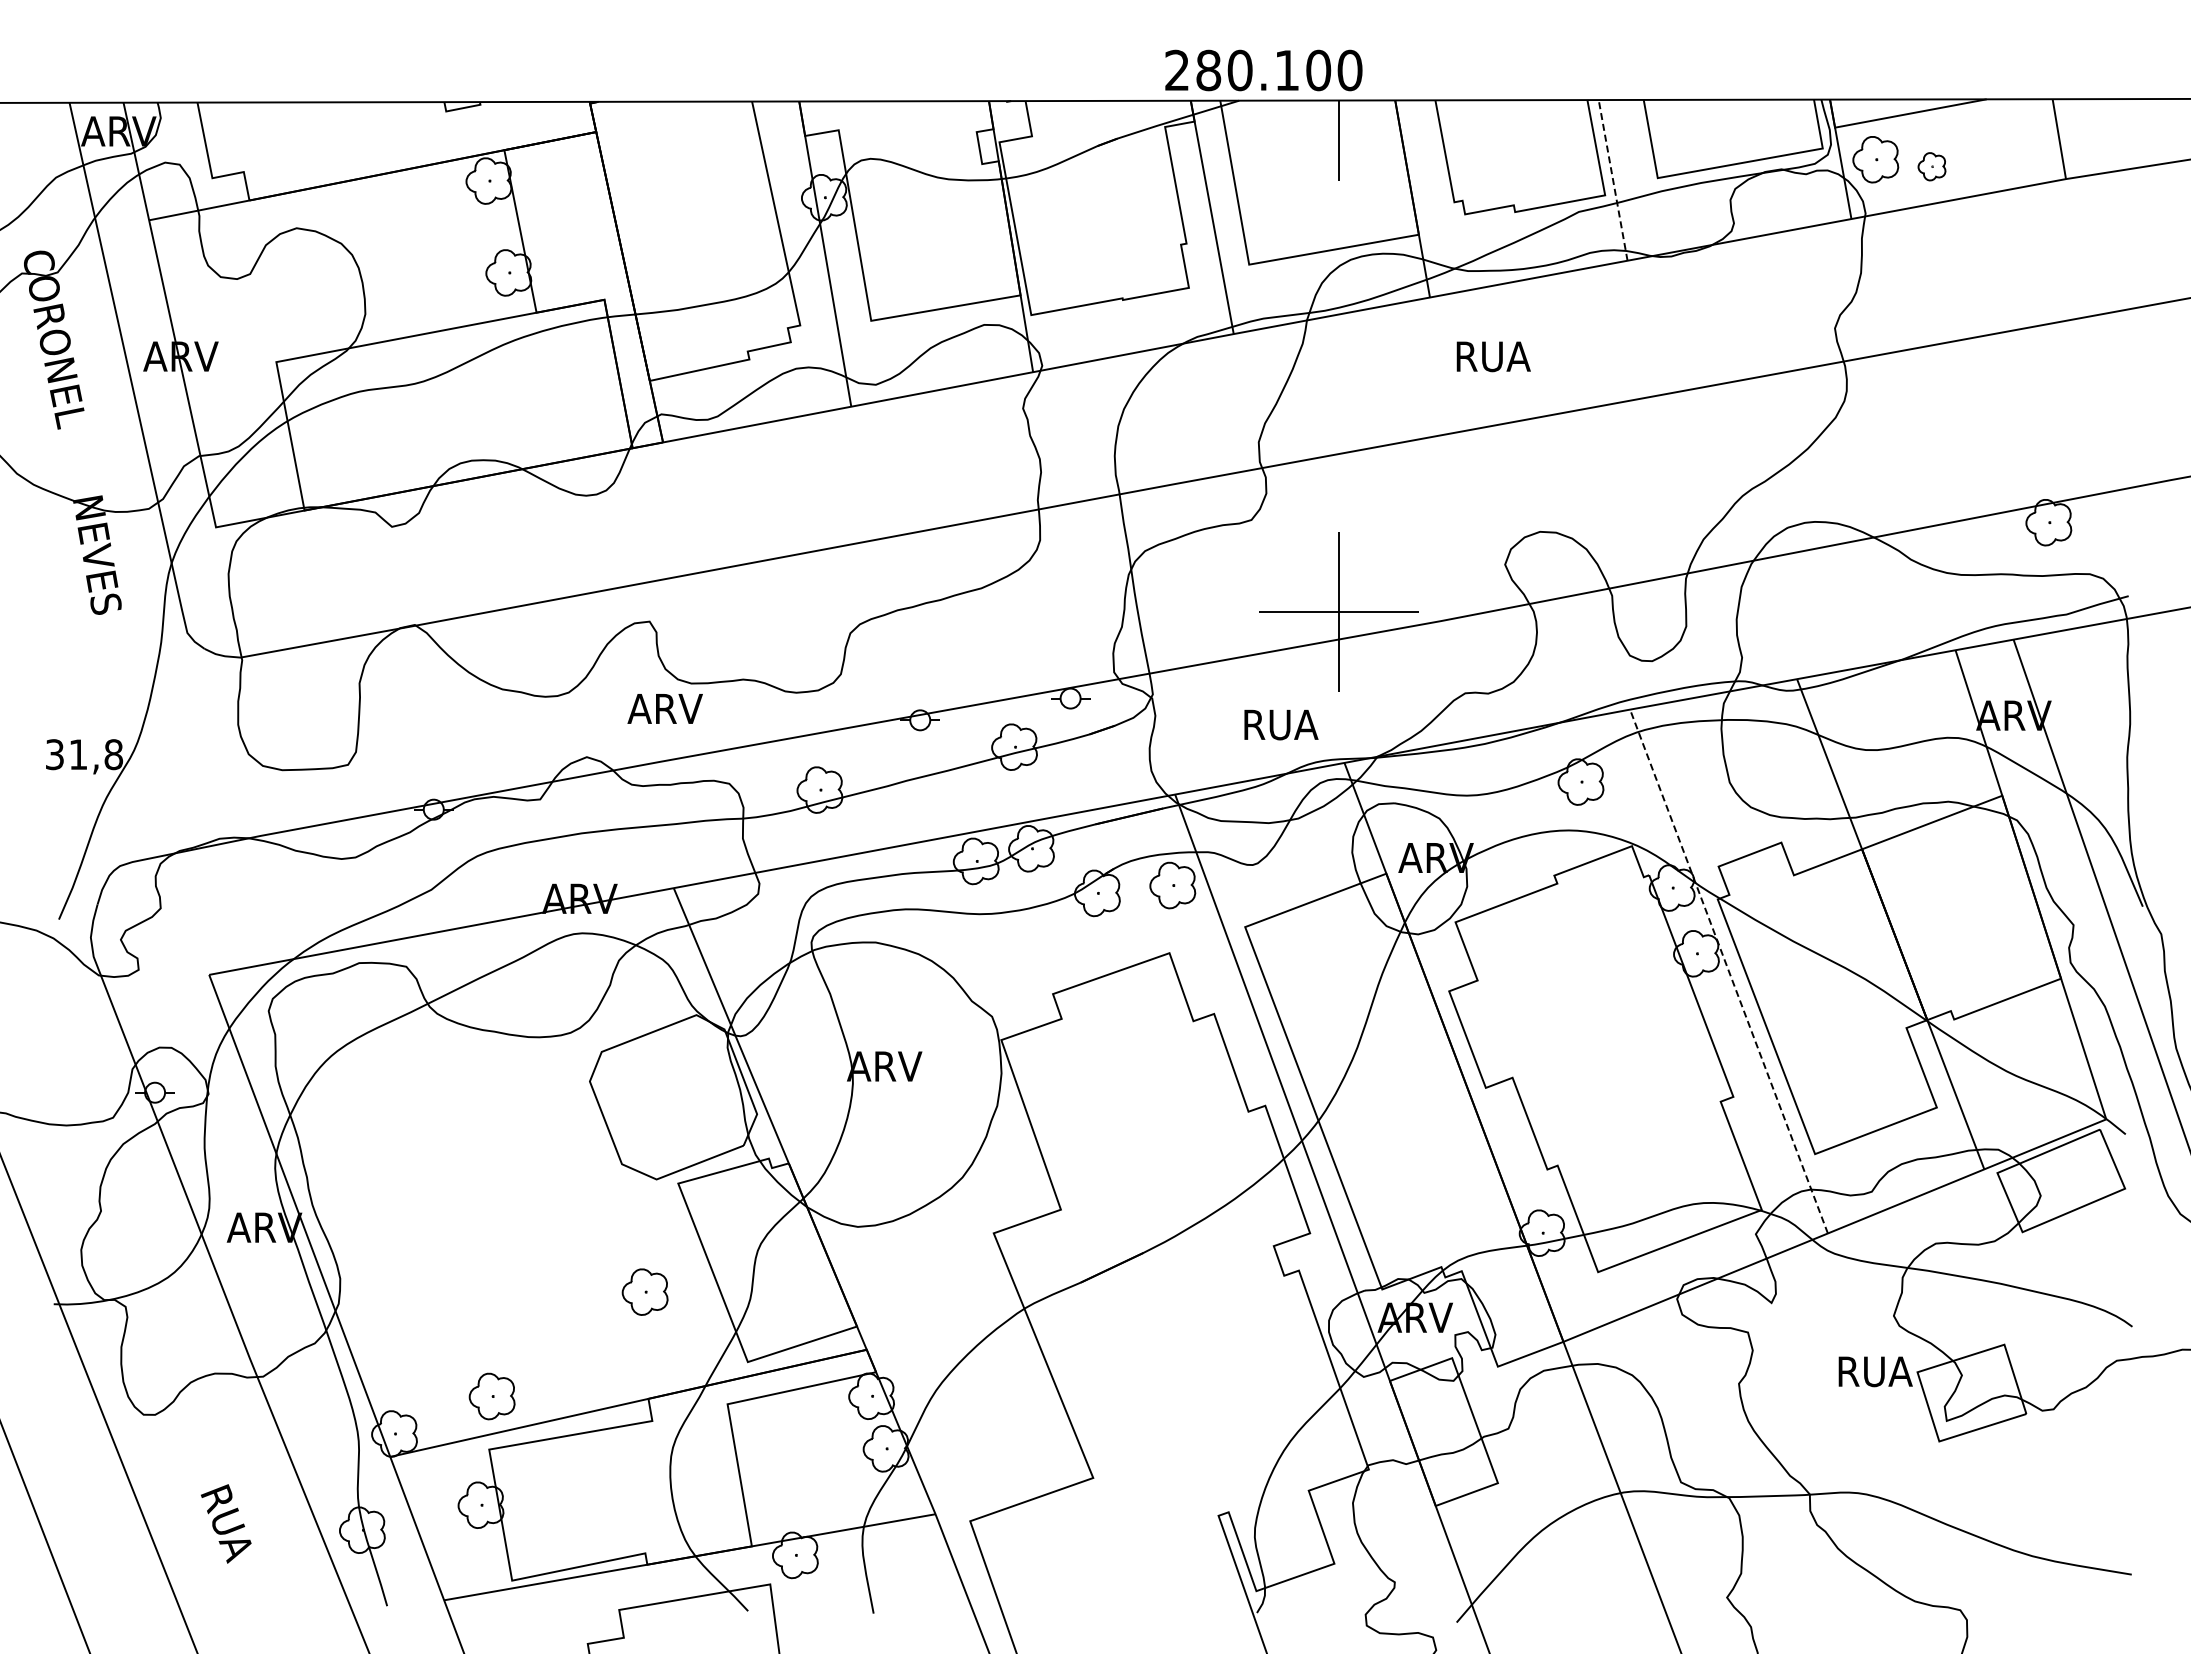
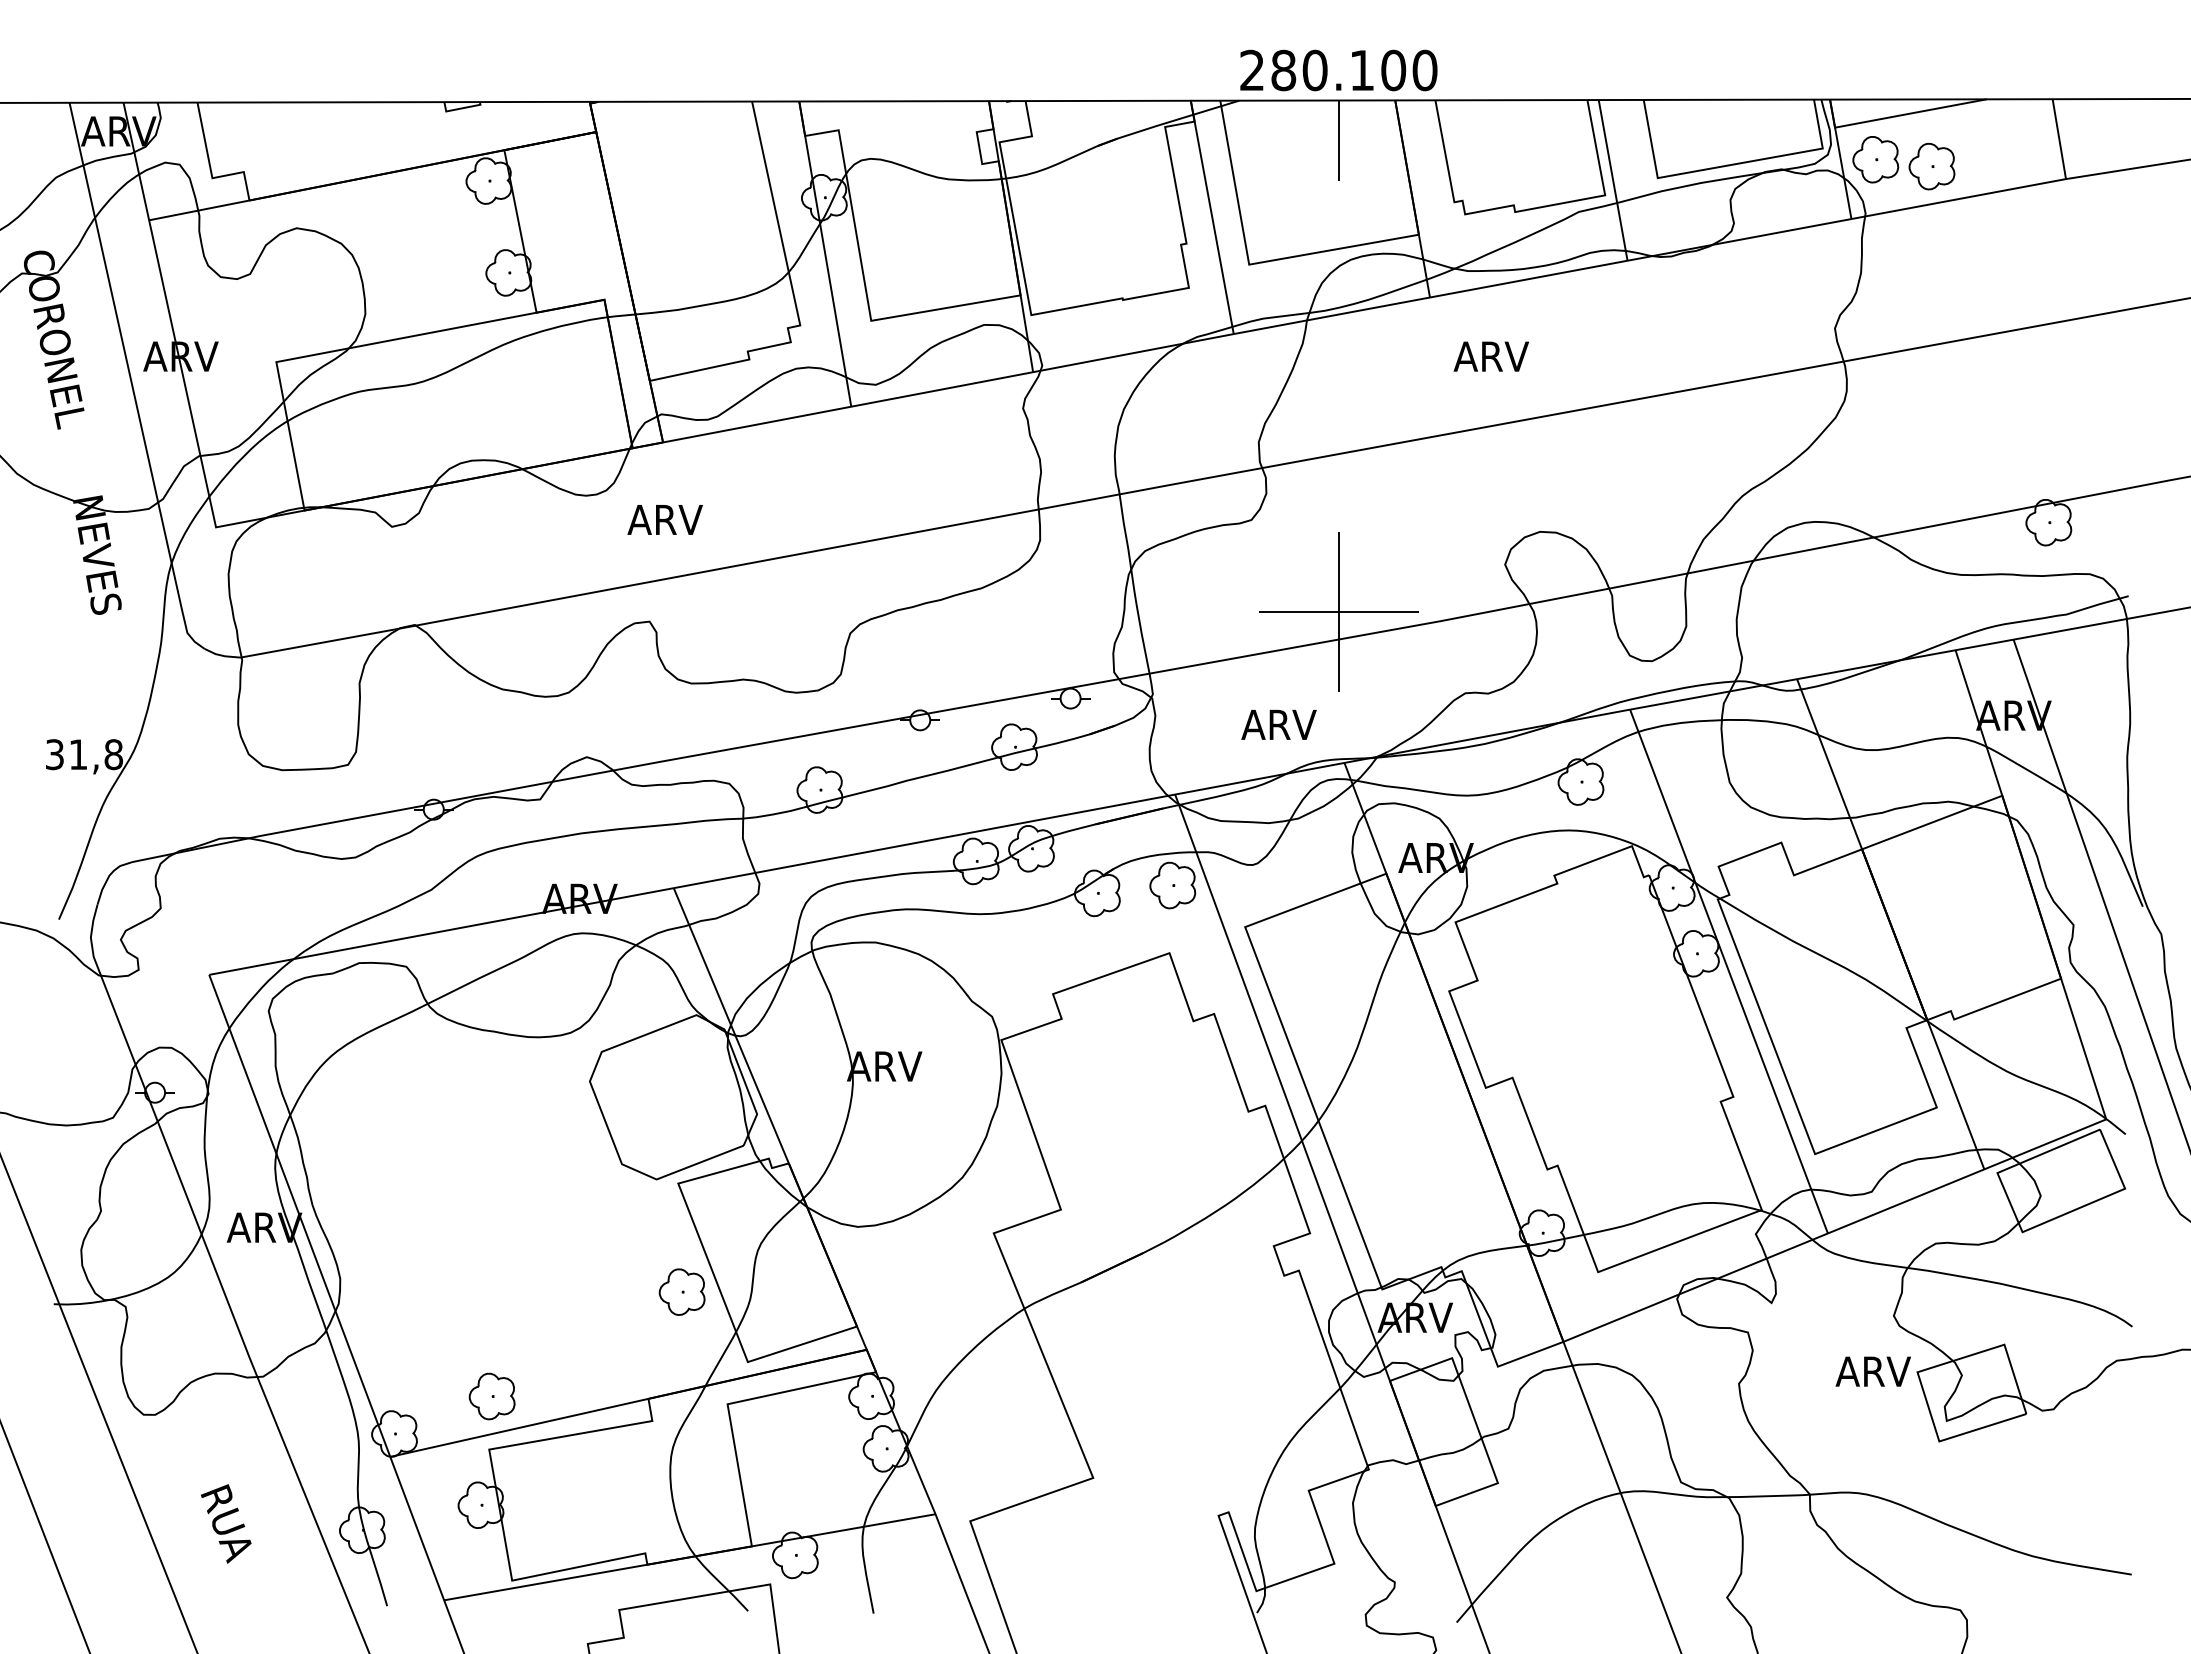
text at (1263, 70) position: (1263, 70) -> (1338, 70)
part at (1931, 166) size: 30x30 px -> 48x48 px
line at (1613, 180): dashed -> solid
text at (1491, 356): RUA -> ARV
text at (664, 708) position: (664, 708) -> (664, 519)
text at (1279, 724): RUA -> ARV
line at (1729, 971): dashed -> solid
part at (644, 1291) position: (644, 1291) -> (681, 1291)
text at (1873, 1371): RUA -> ARV
